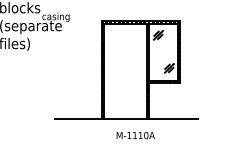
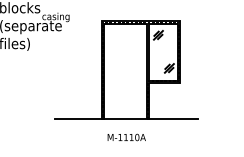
text at (135, 135) position: (135, 135) -> (126, 137)
